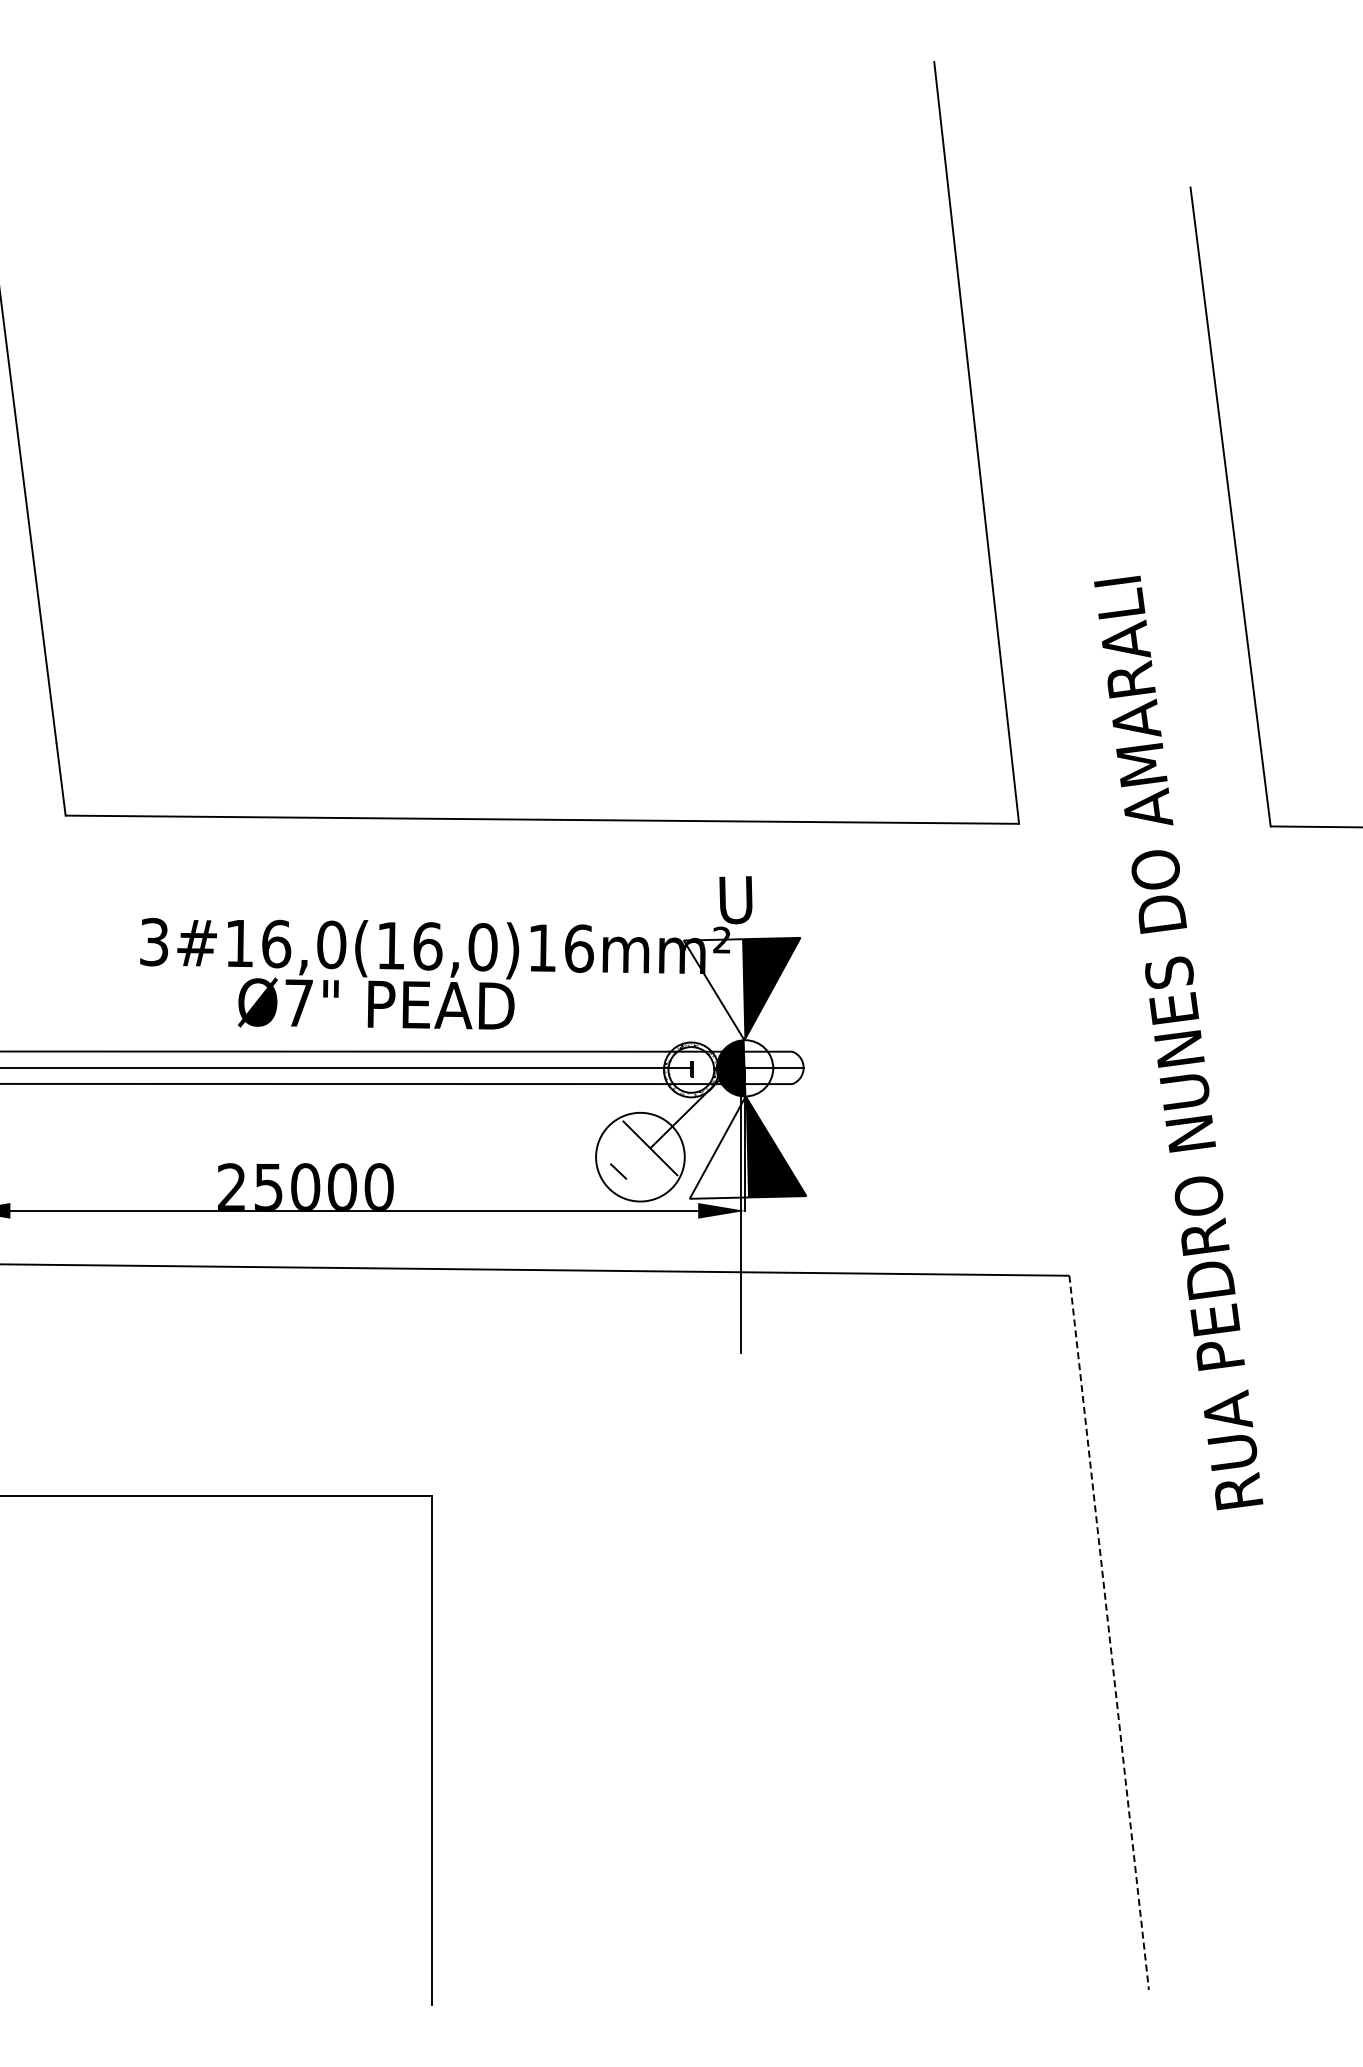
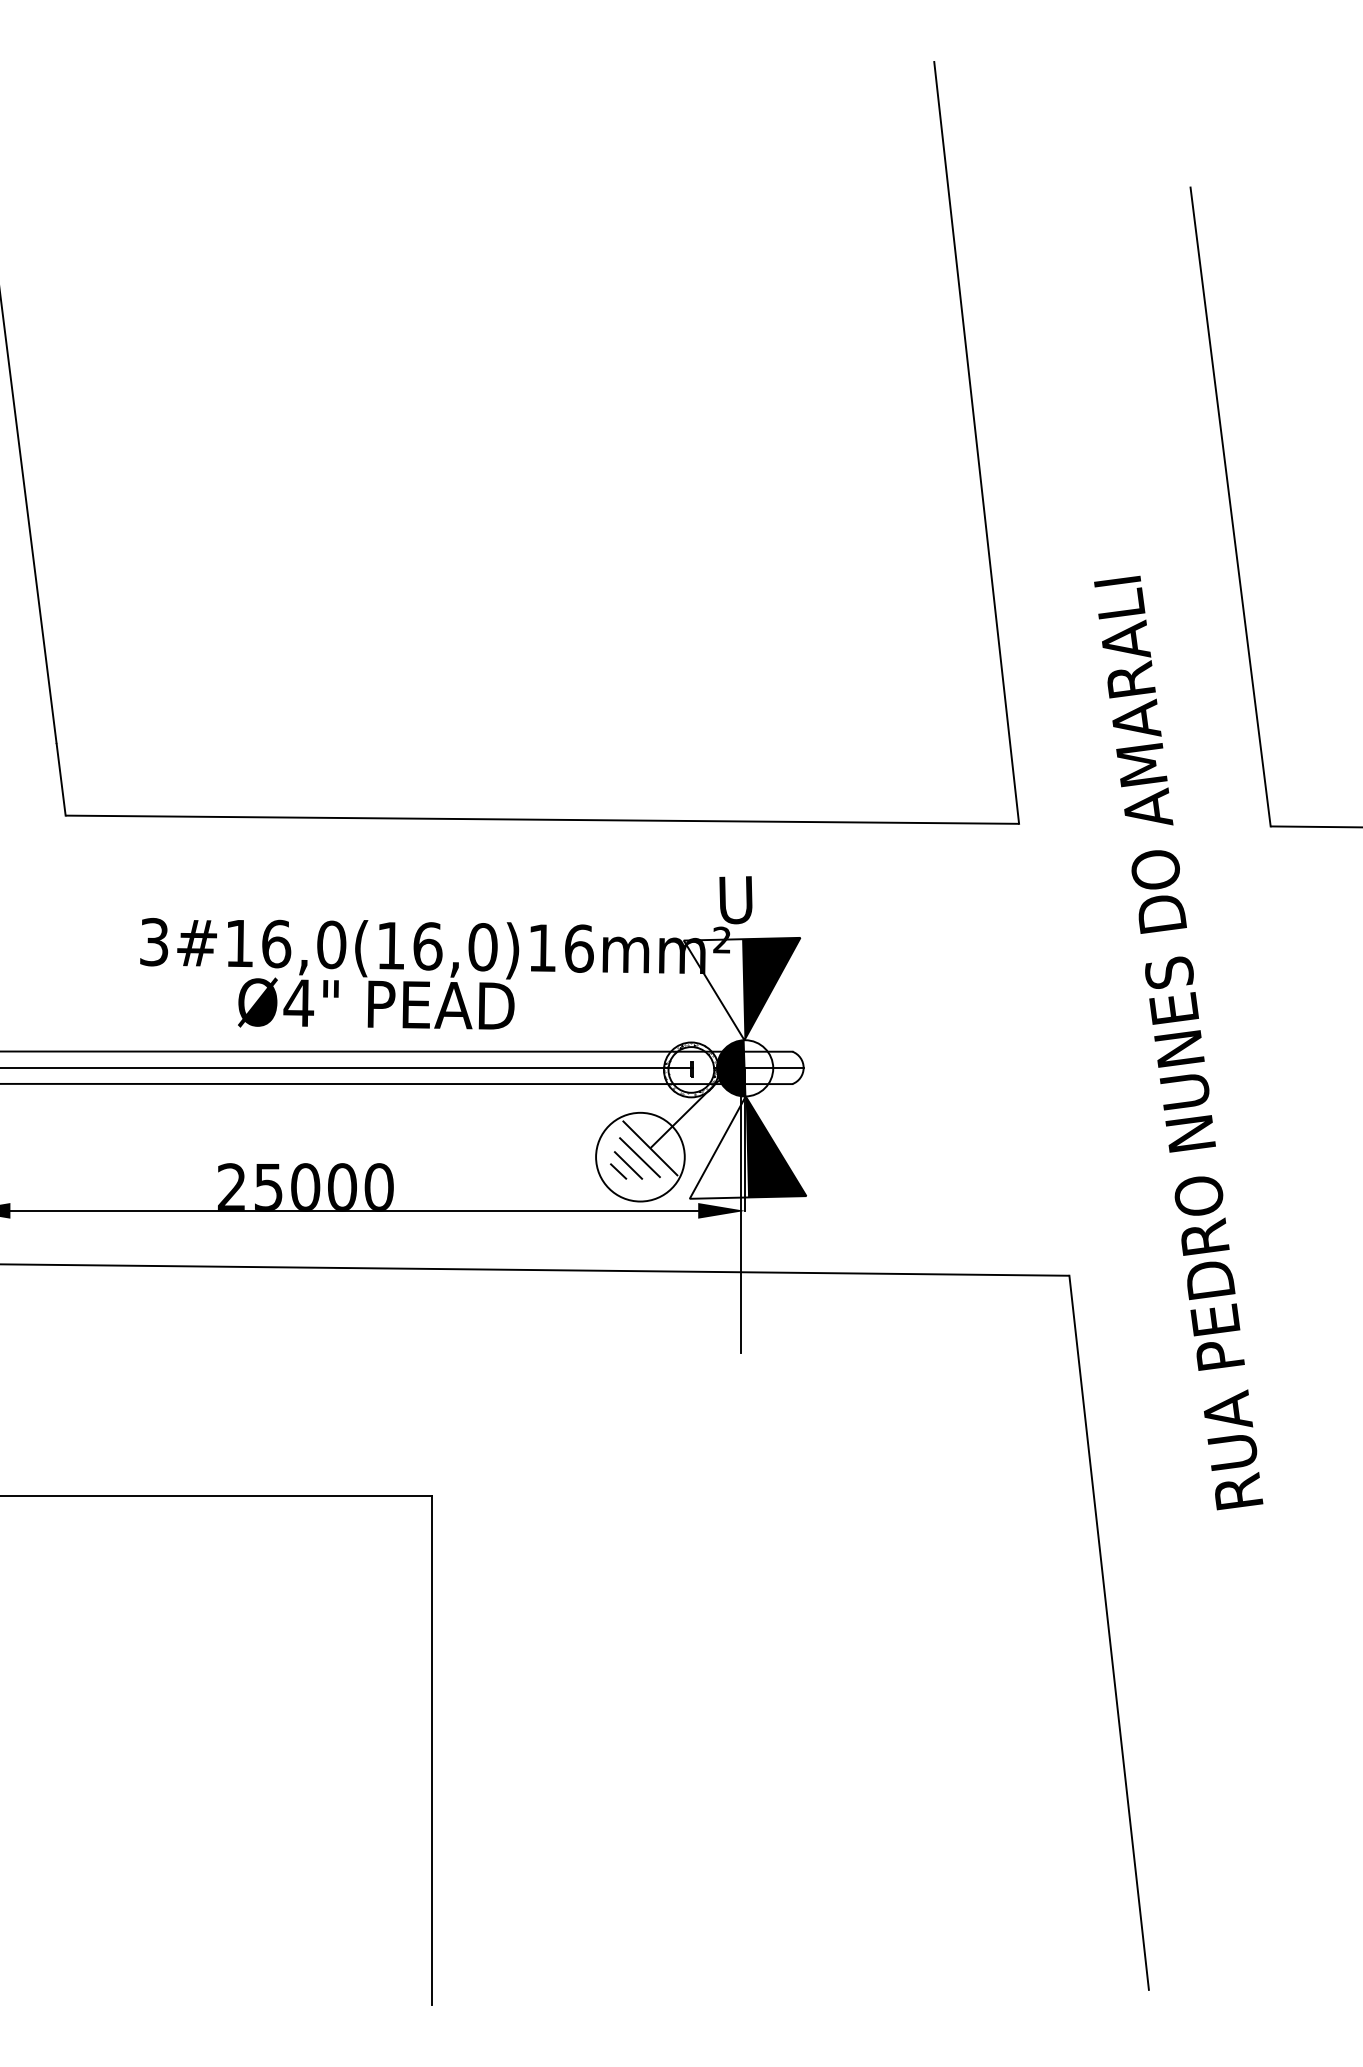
text at (298, 1002): Ø7" -> Ø4"
line at (639, 1157): none -> present
line at (628, 1165): none -> present
line at (1109, 1633): dashed -> solid
